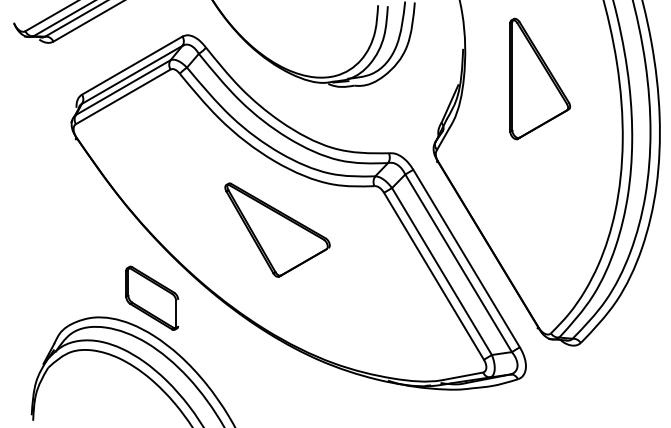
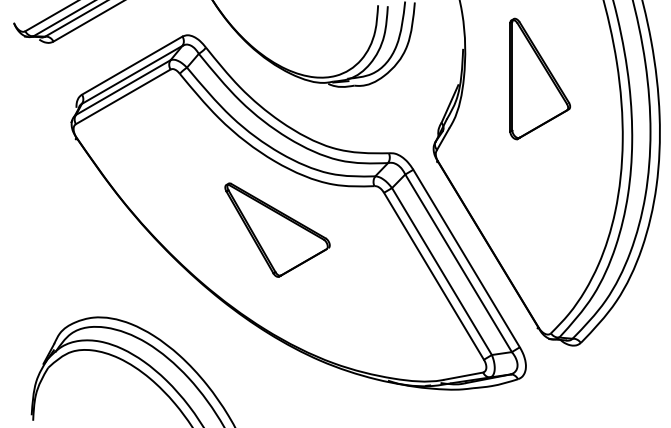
part at (152, 297): present -> none
